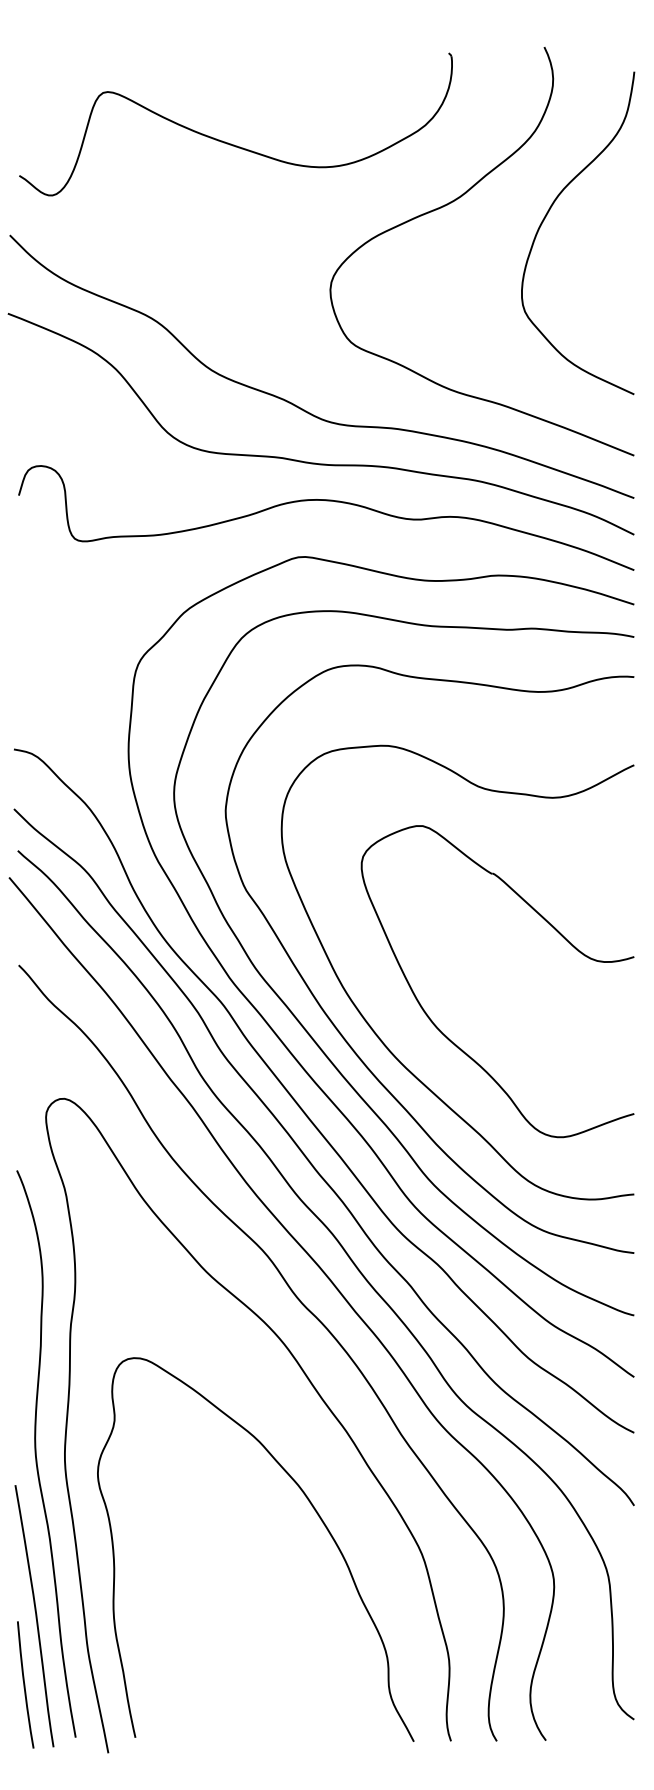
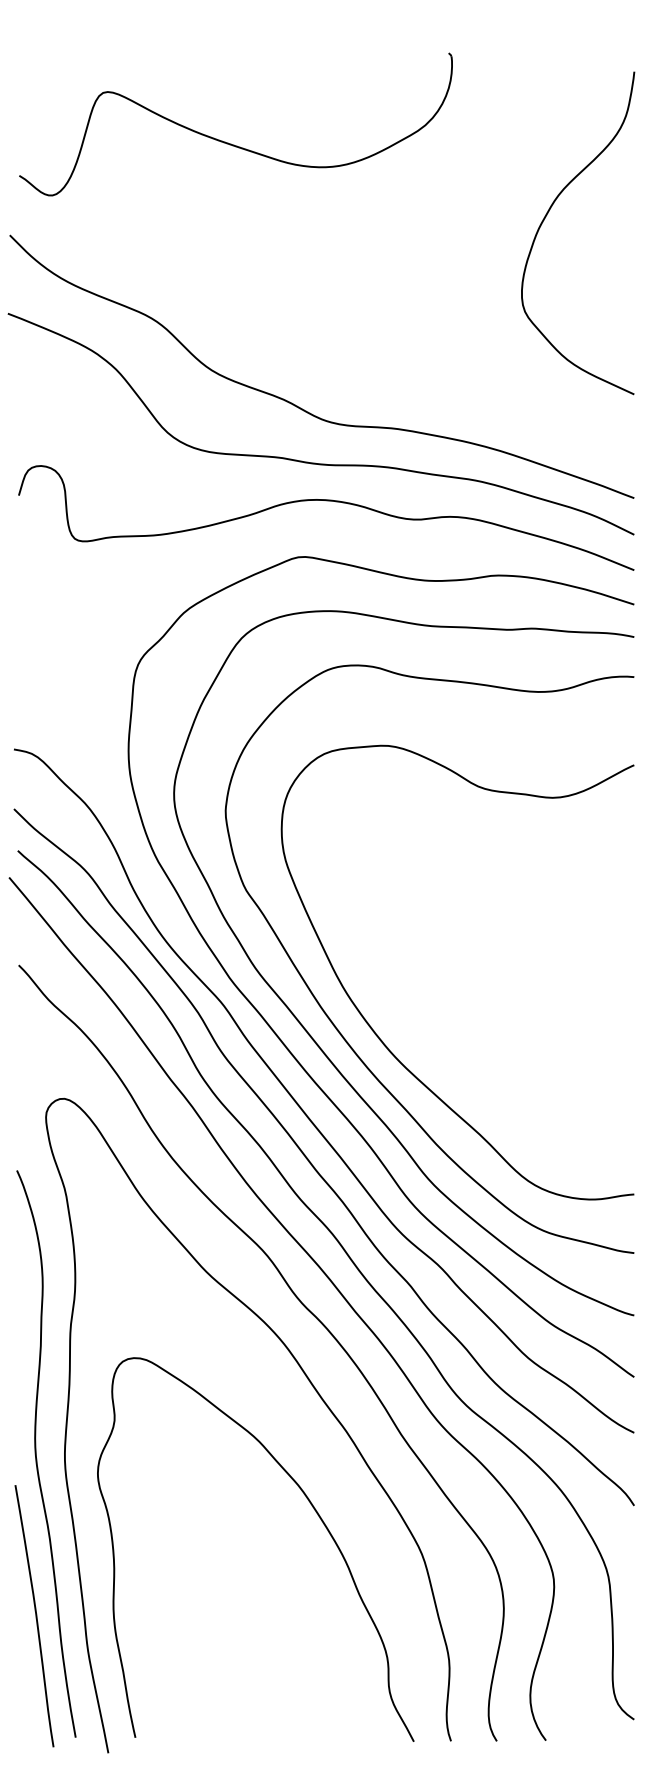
curve at (453, 202): present -> none
part at (445, 1034): present -> none
curve at (25, 1684): present -> none
